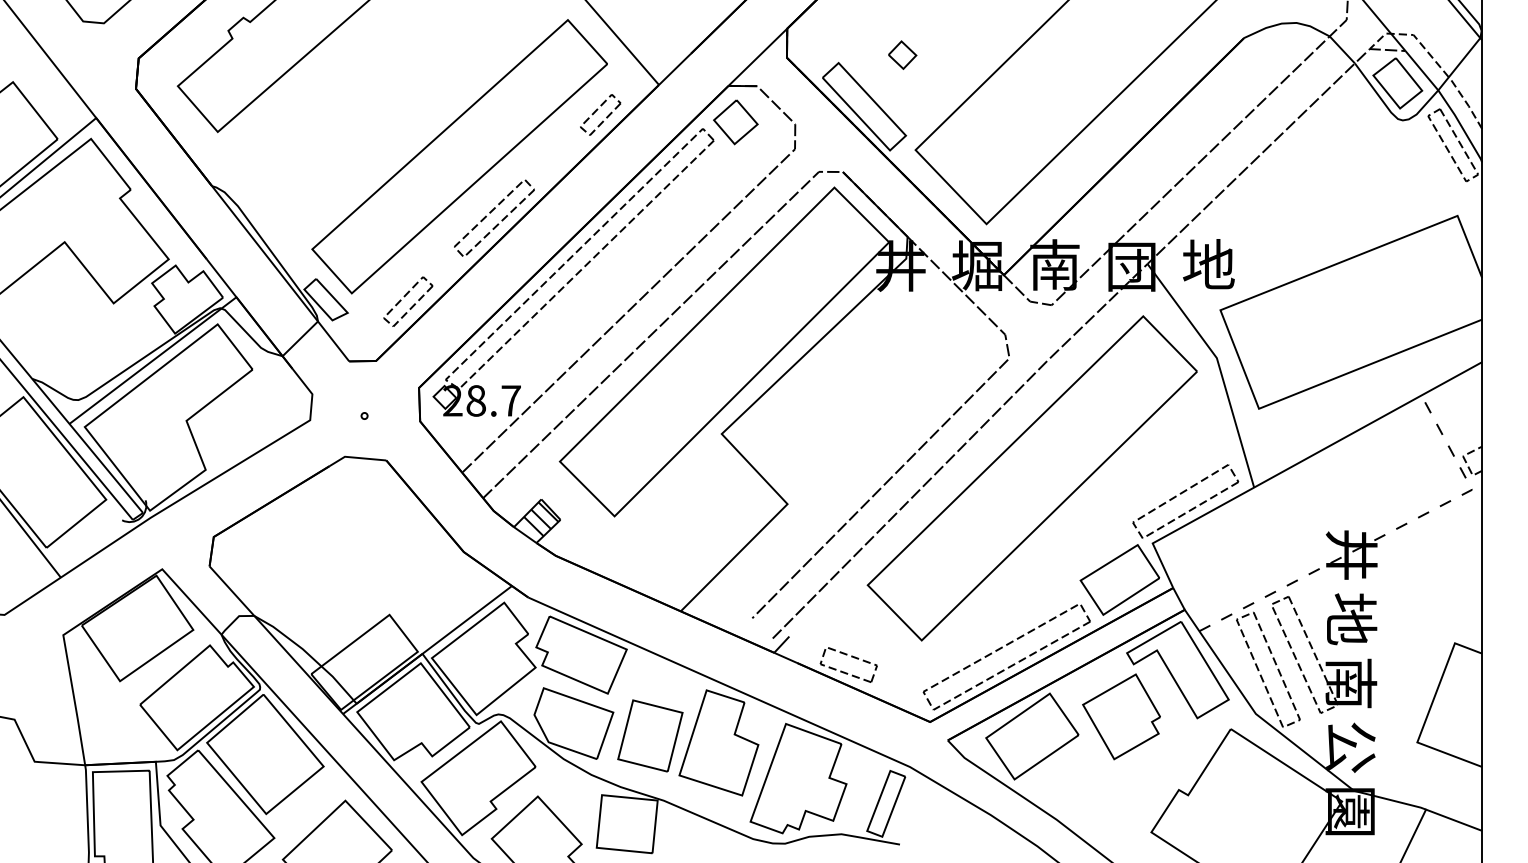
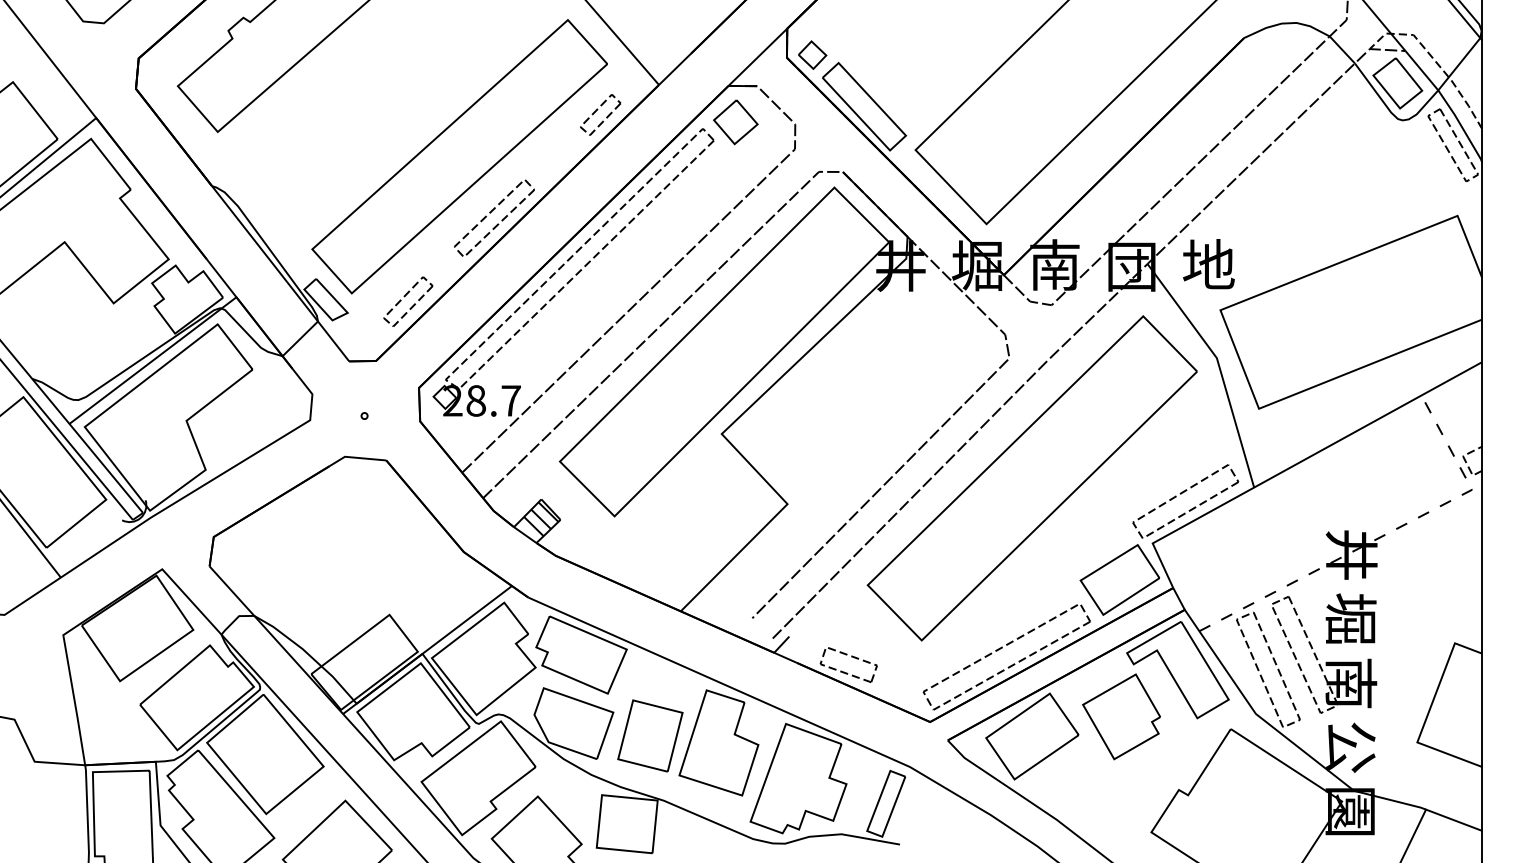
part at (902, 54) position: (902, 54) -> (812, 54)
text at (1351, 619): 地 -> 堀
